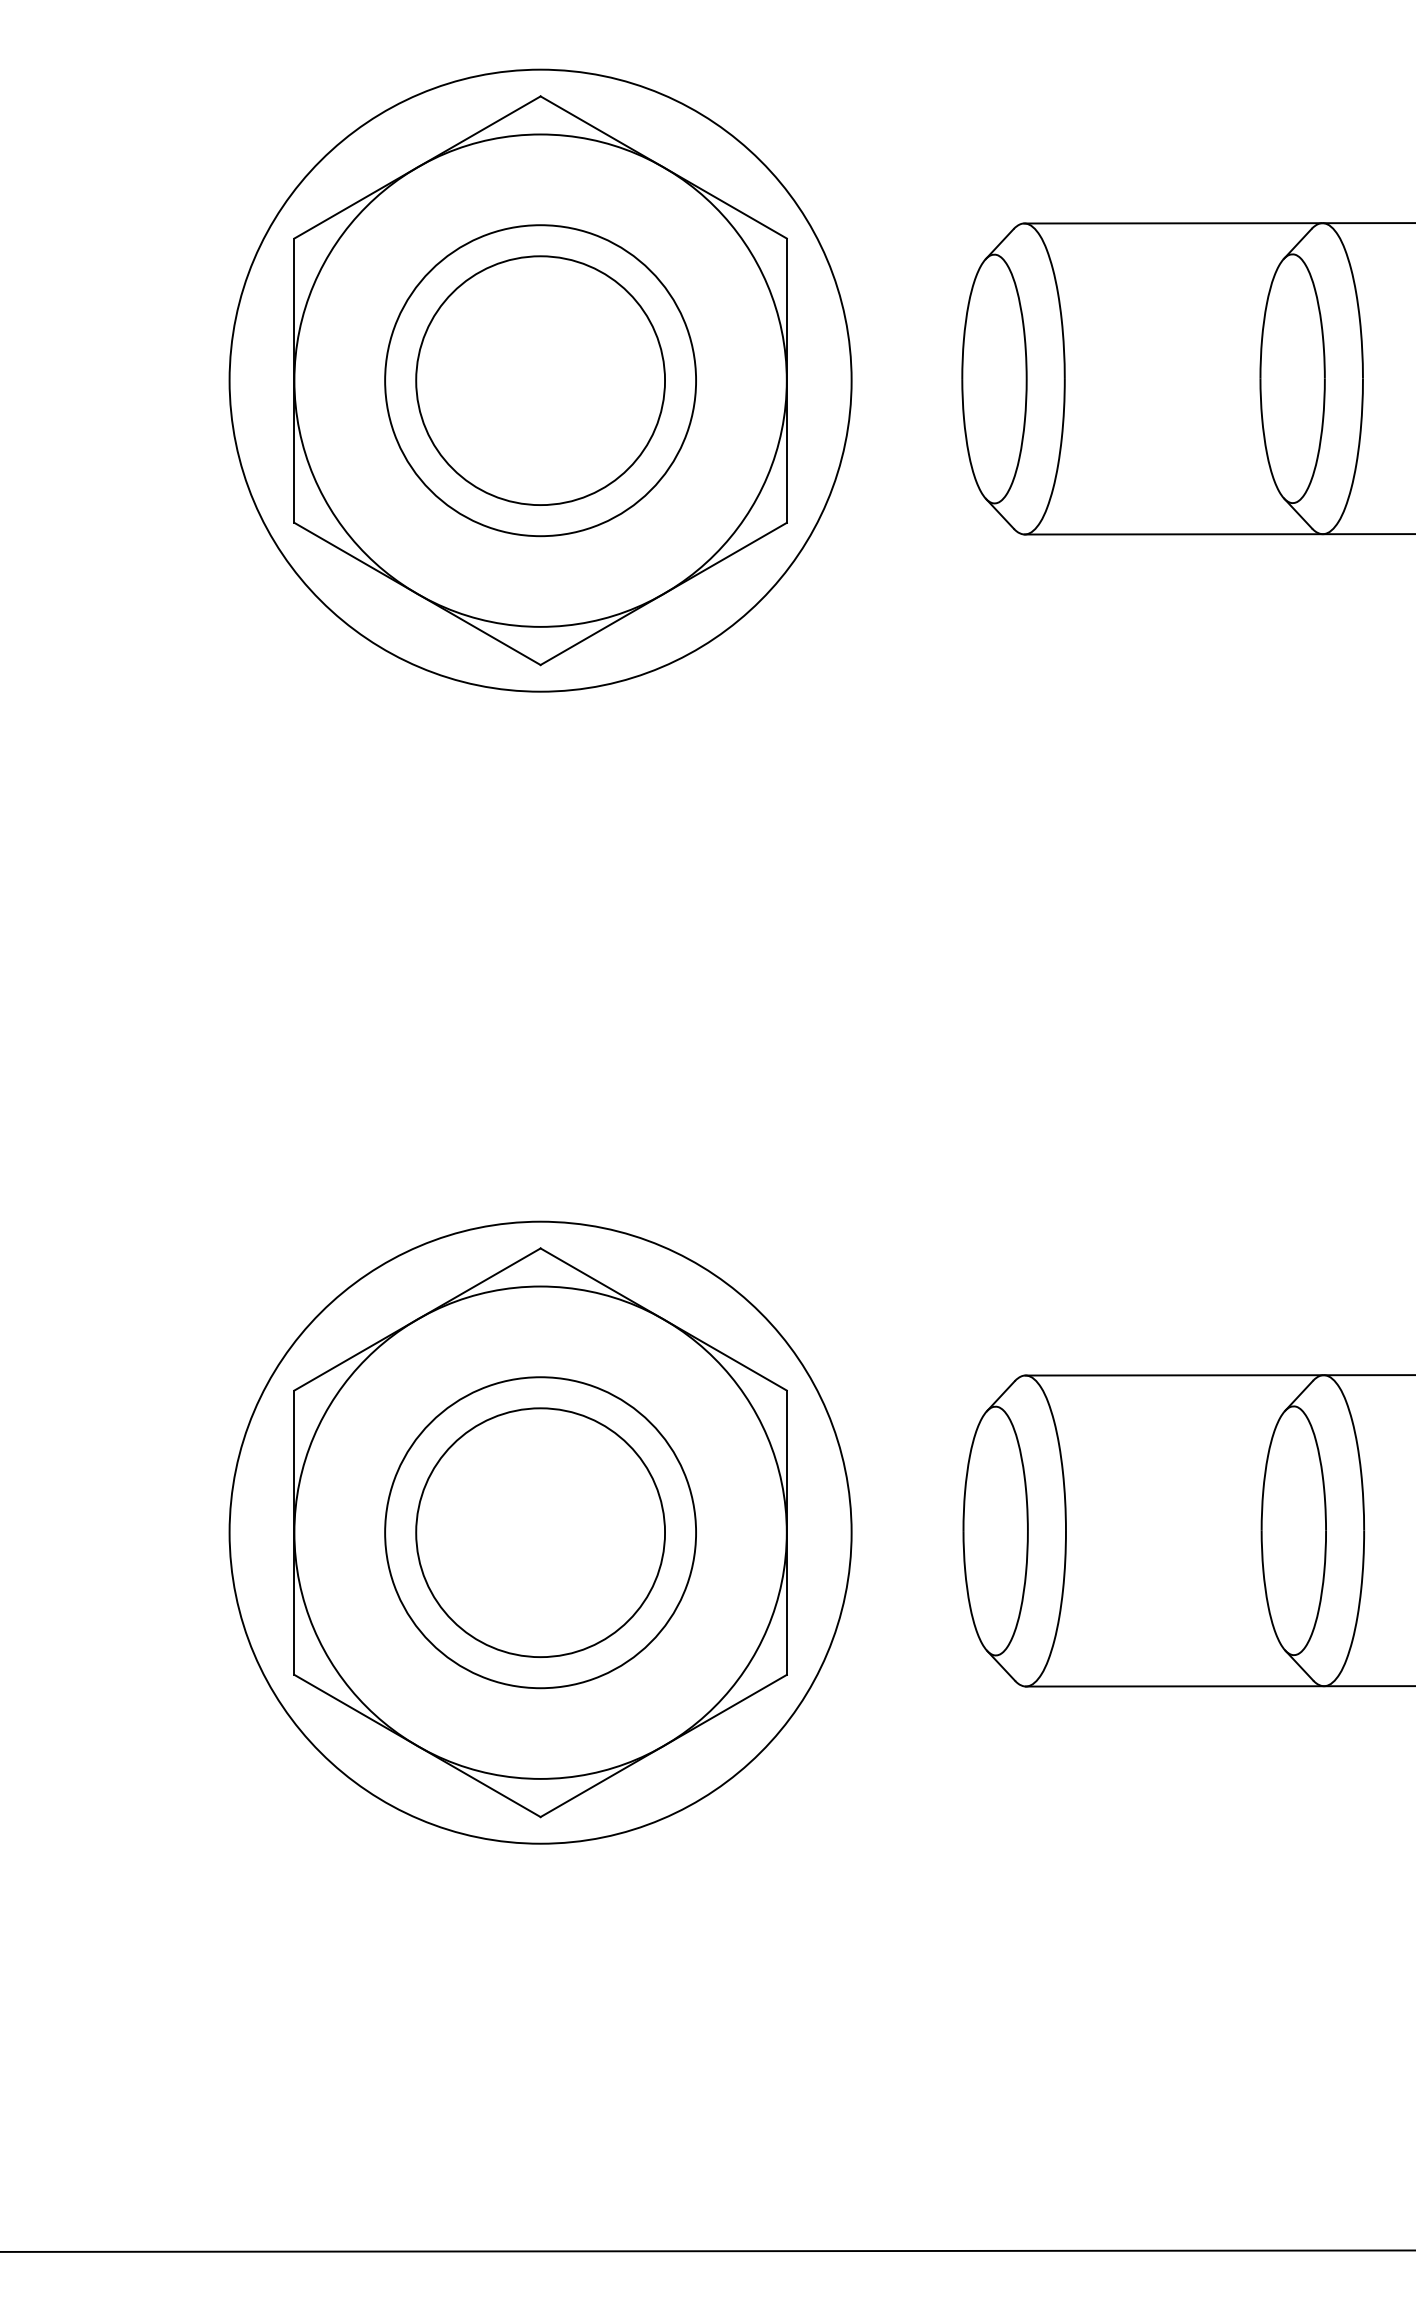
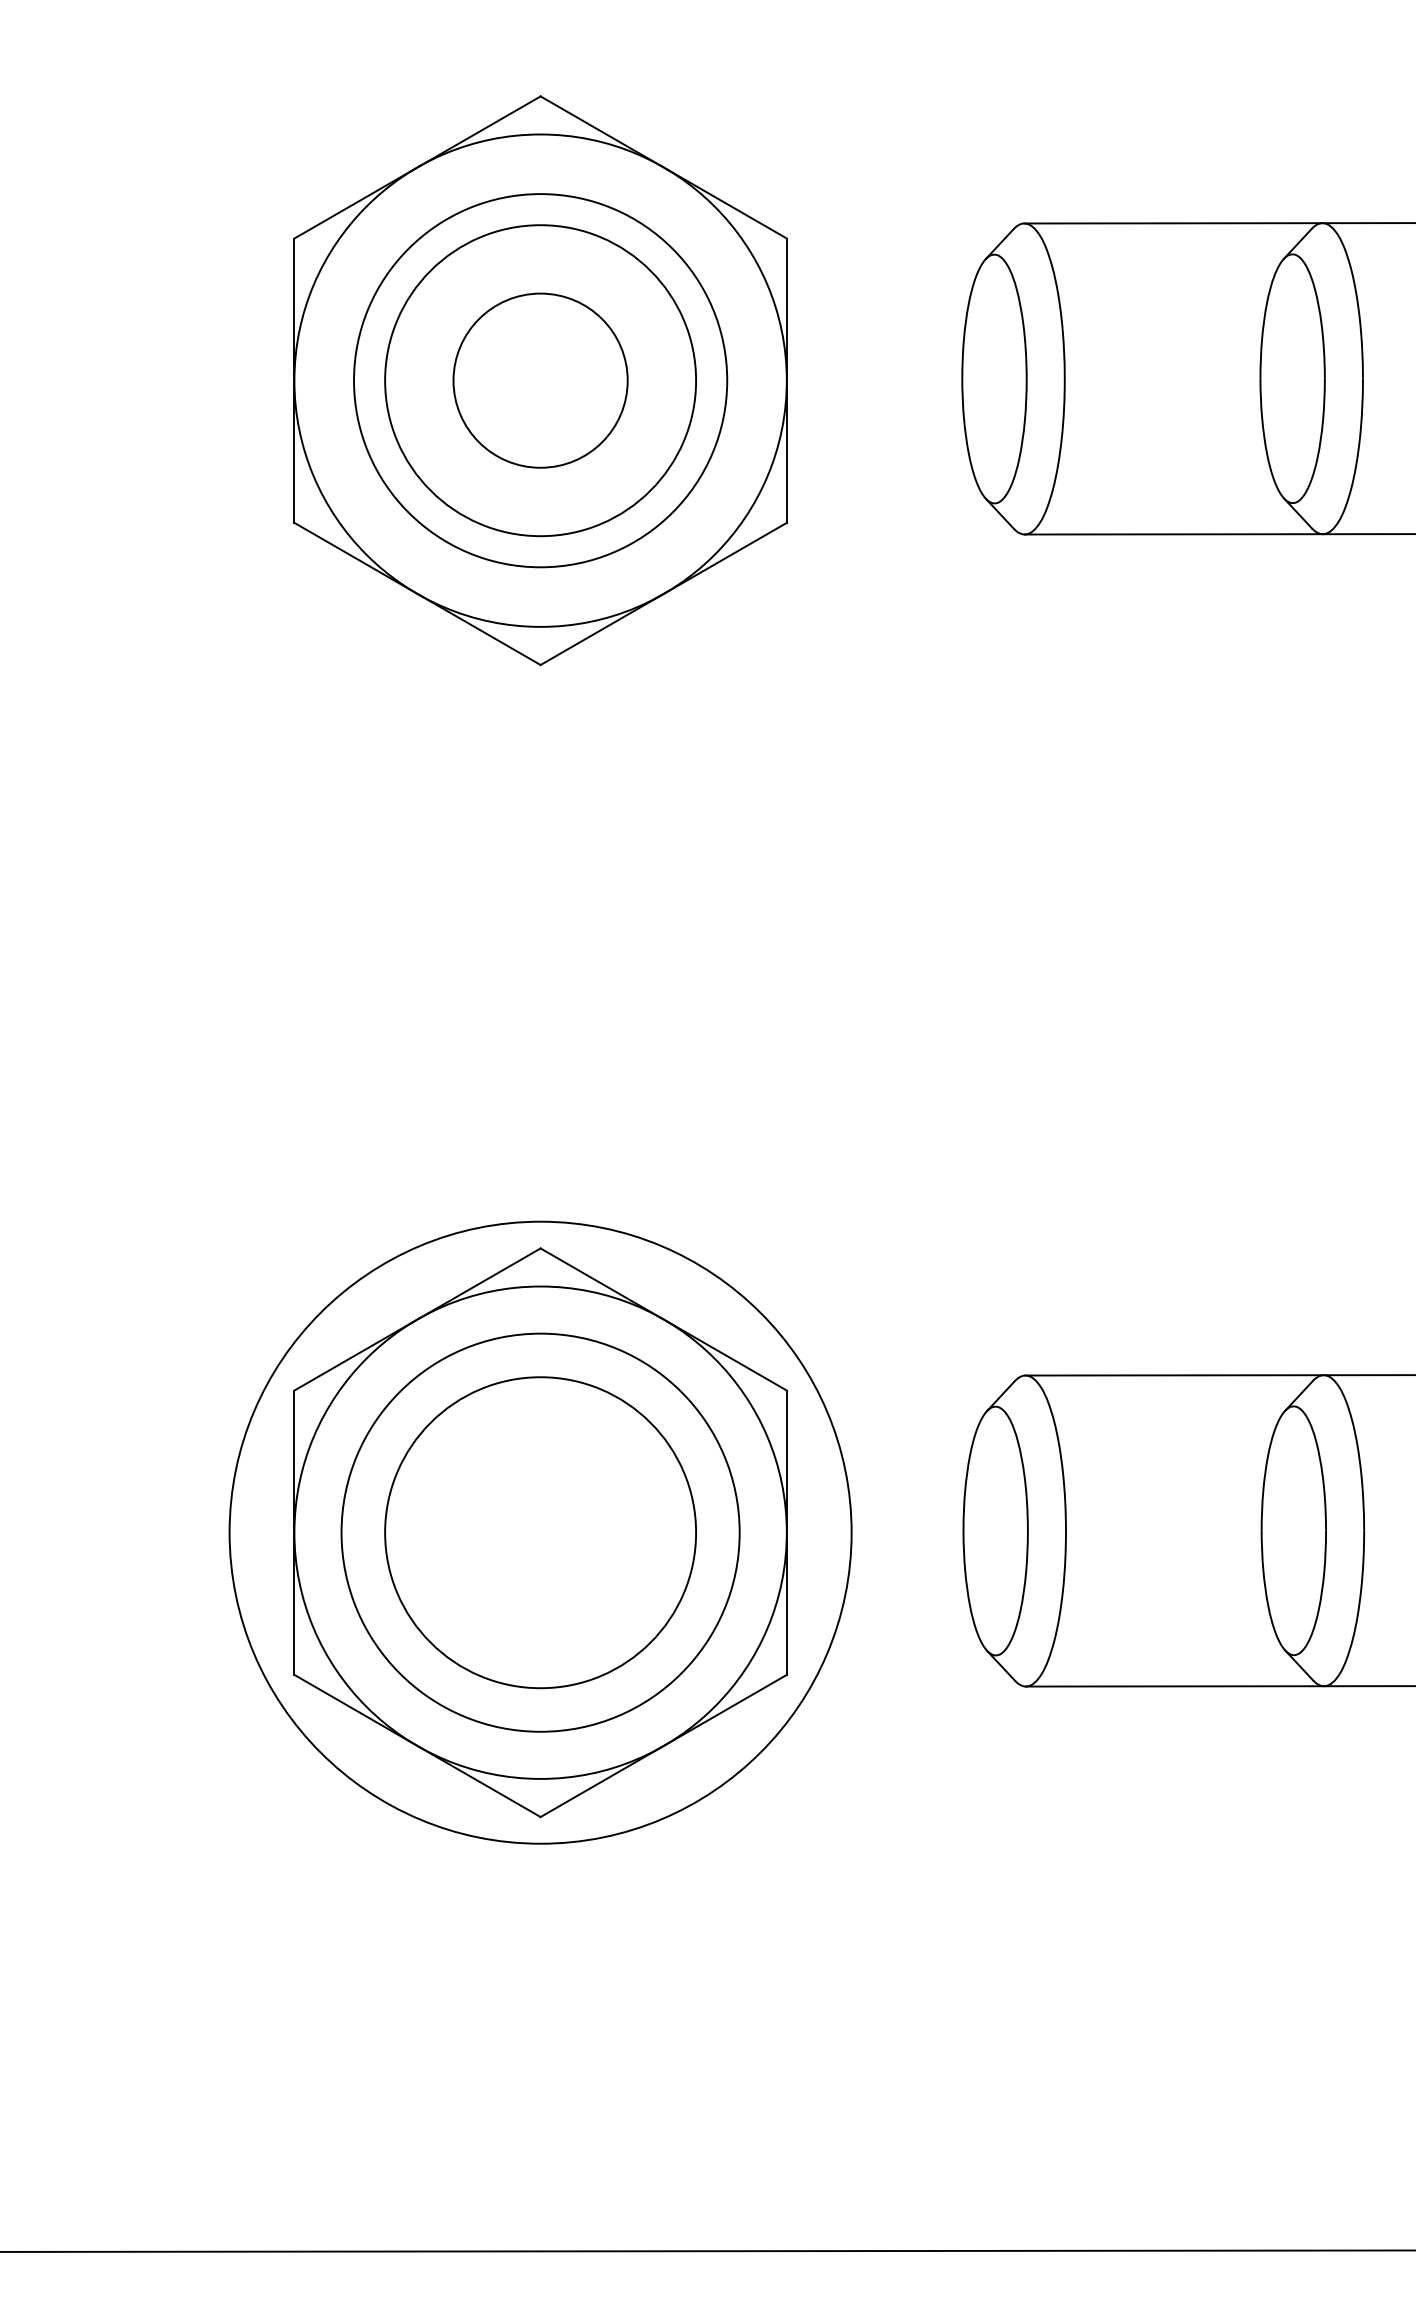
circle at (540, 380) diameter: 249 px -> 174 px
circle at (540, 380) diameter: 622 px -> 373 px
circle at (540, 1532) diameter: 249 px -> 398 px
